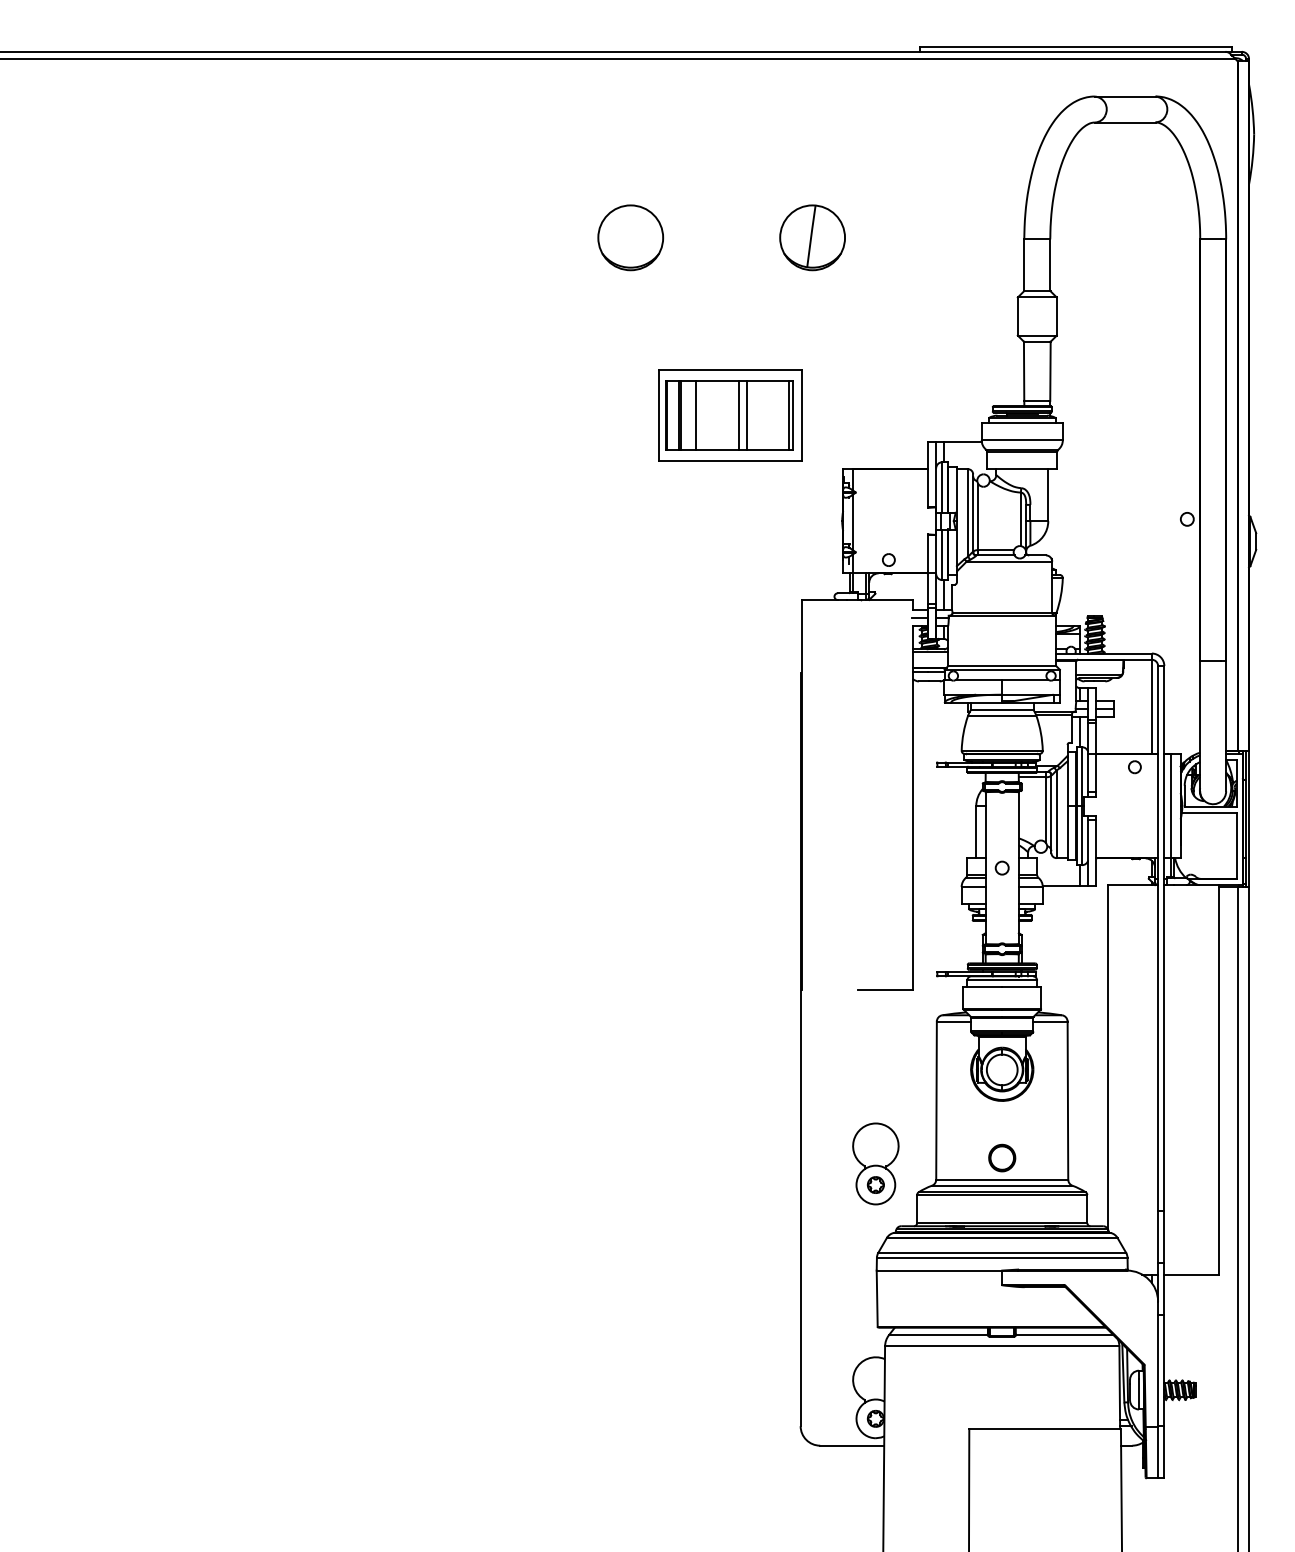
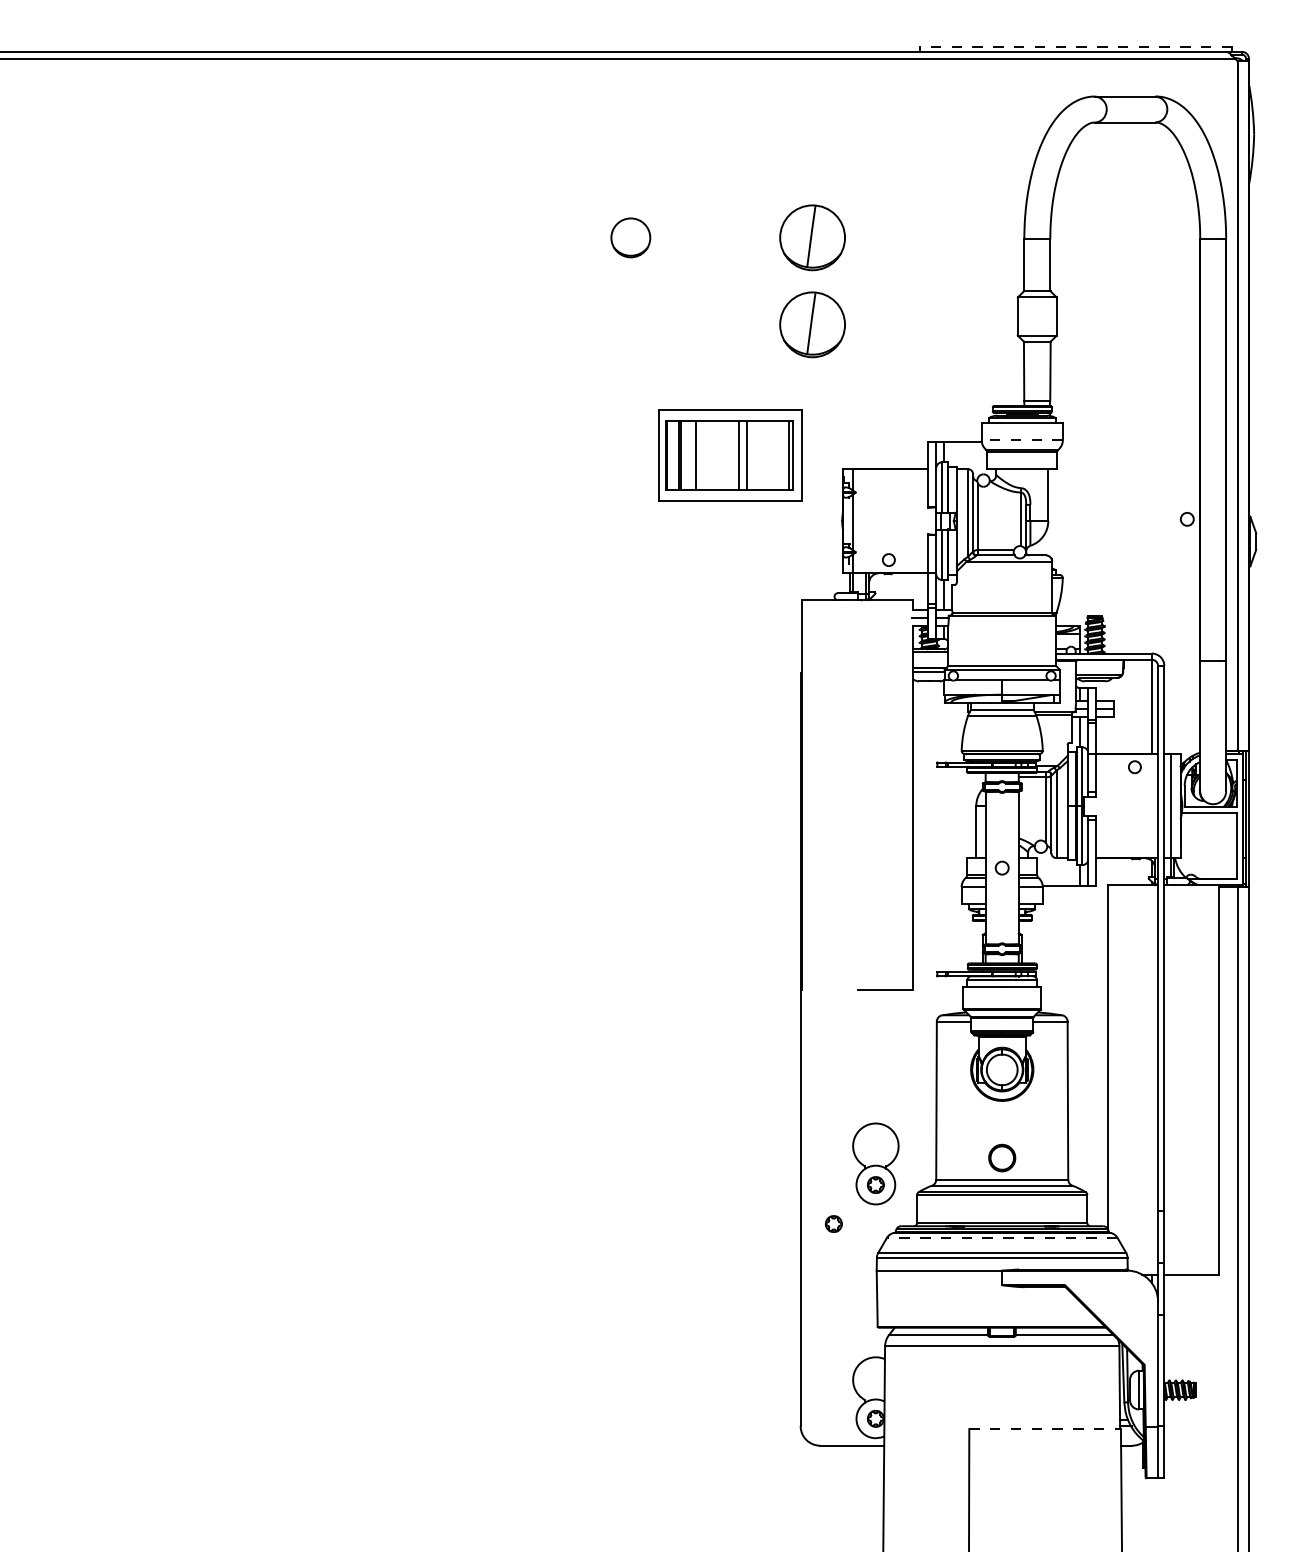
line at (1076, 46): solid -> dashed
part at (630, 237) size: 68x68 px -> 42x42 px
part at (812, 324): none -> present
part at (730, 415) position: (730, 415) -> (730, 455)
line at (1022, 440): solid -> dashed
part at (833, 1223): none -> present
line at (1001, 1237): solid -> dashed
line at (1045, 1429): solid -> dashed
